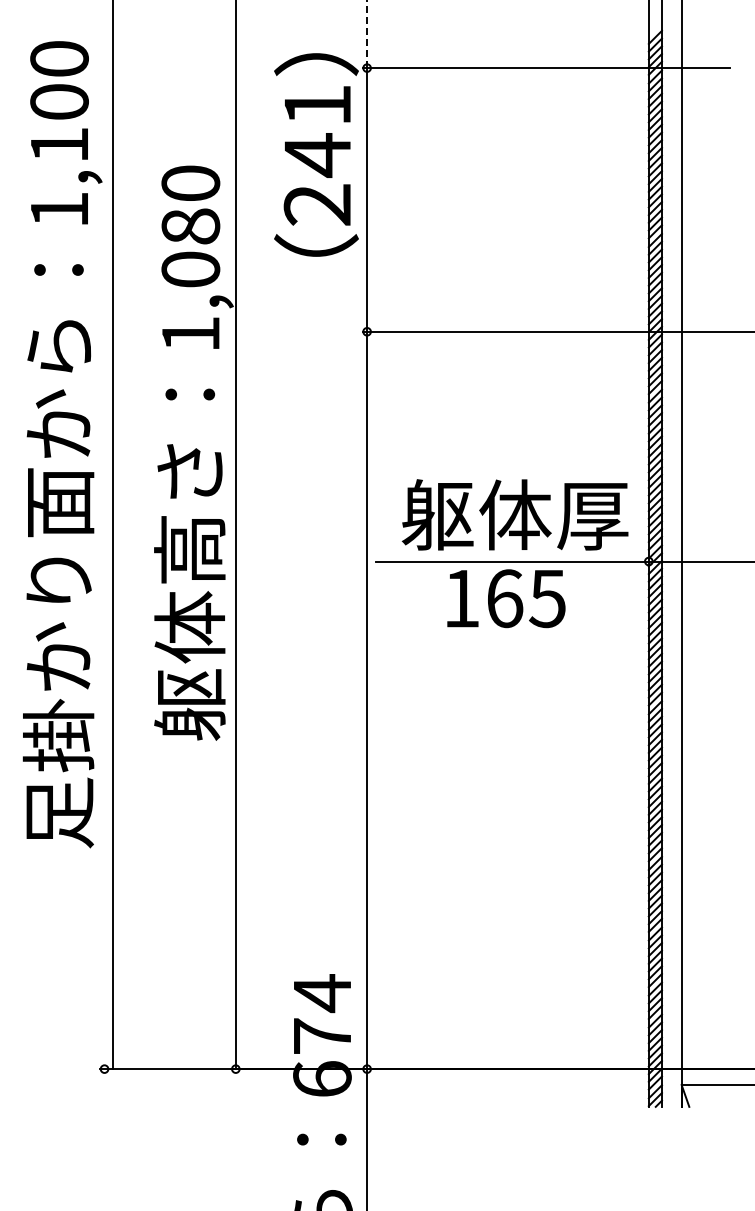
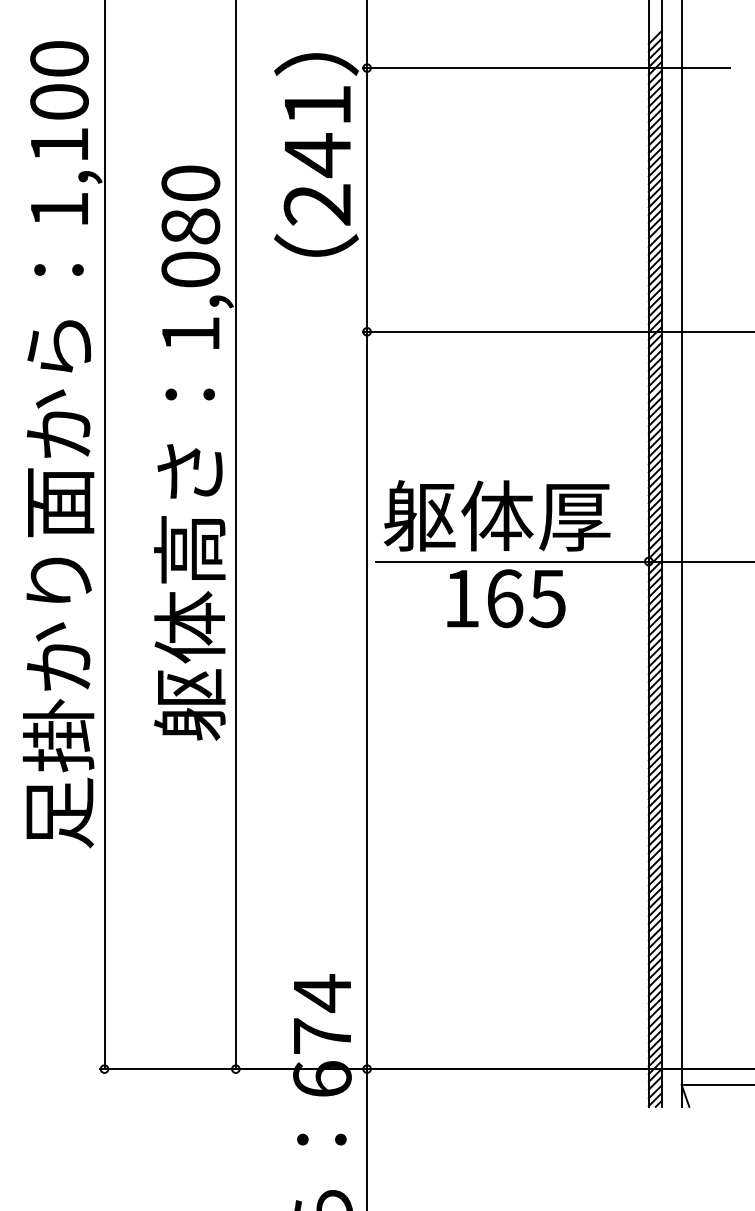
line at (367, 34): dashed -> solid
text at (514, 514) position: (514, 514) -> (496, 515)
line at (112, 535) position: (112, 535) -> (104, 535)
